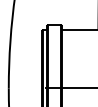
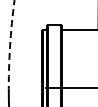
arc at (10, 44): solid -> dashed
